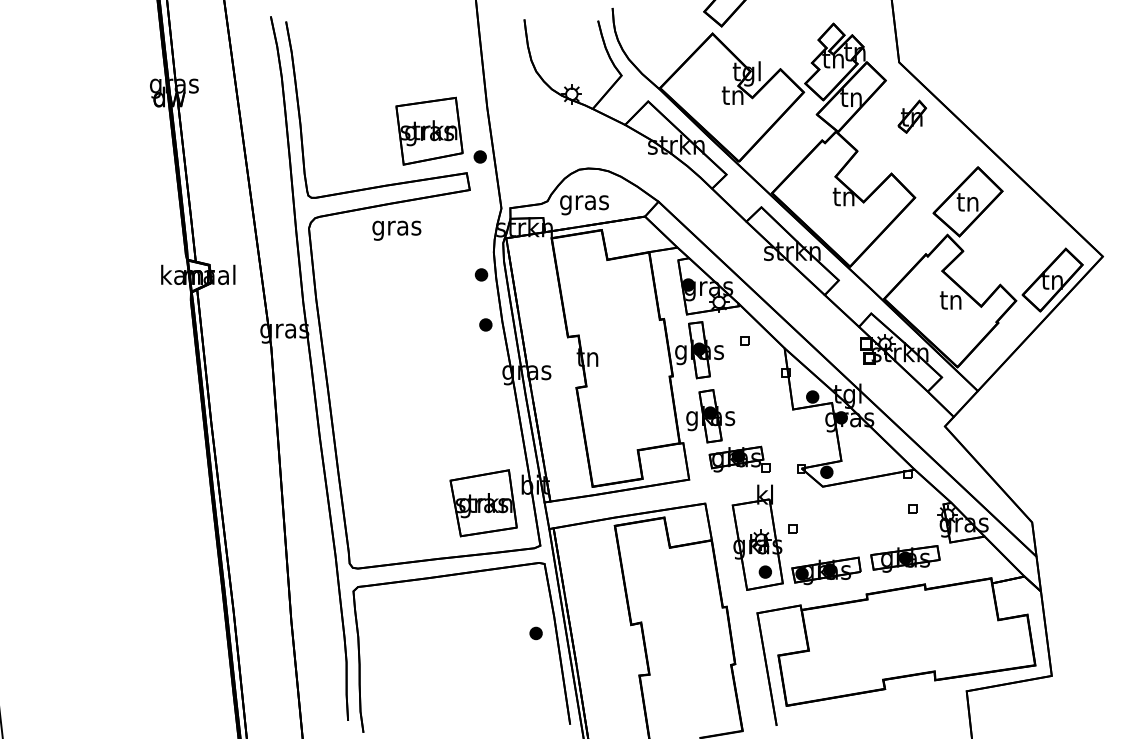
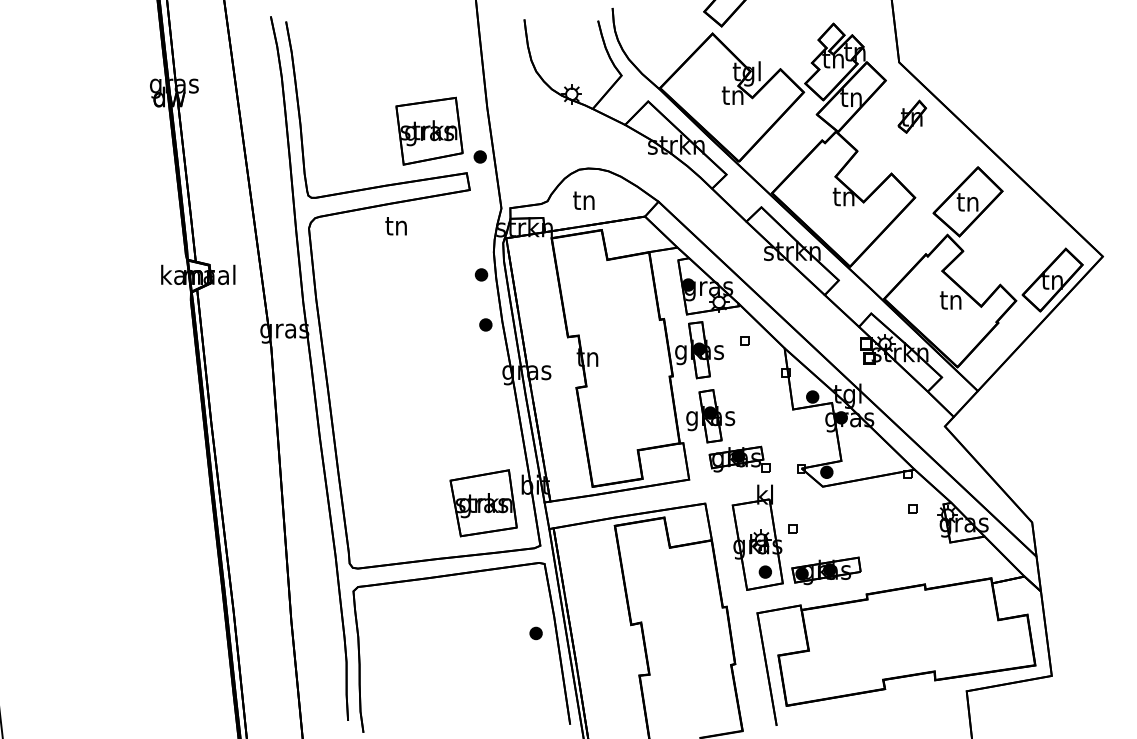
text at (584, 203): gras -> tn
text at (396, 228): gras -> tn
part at (905, 558): present -> none
